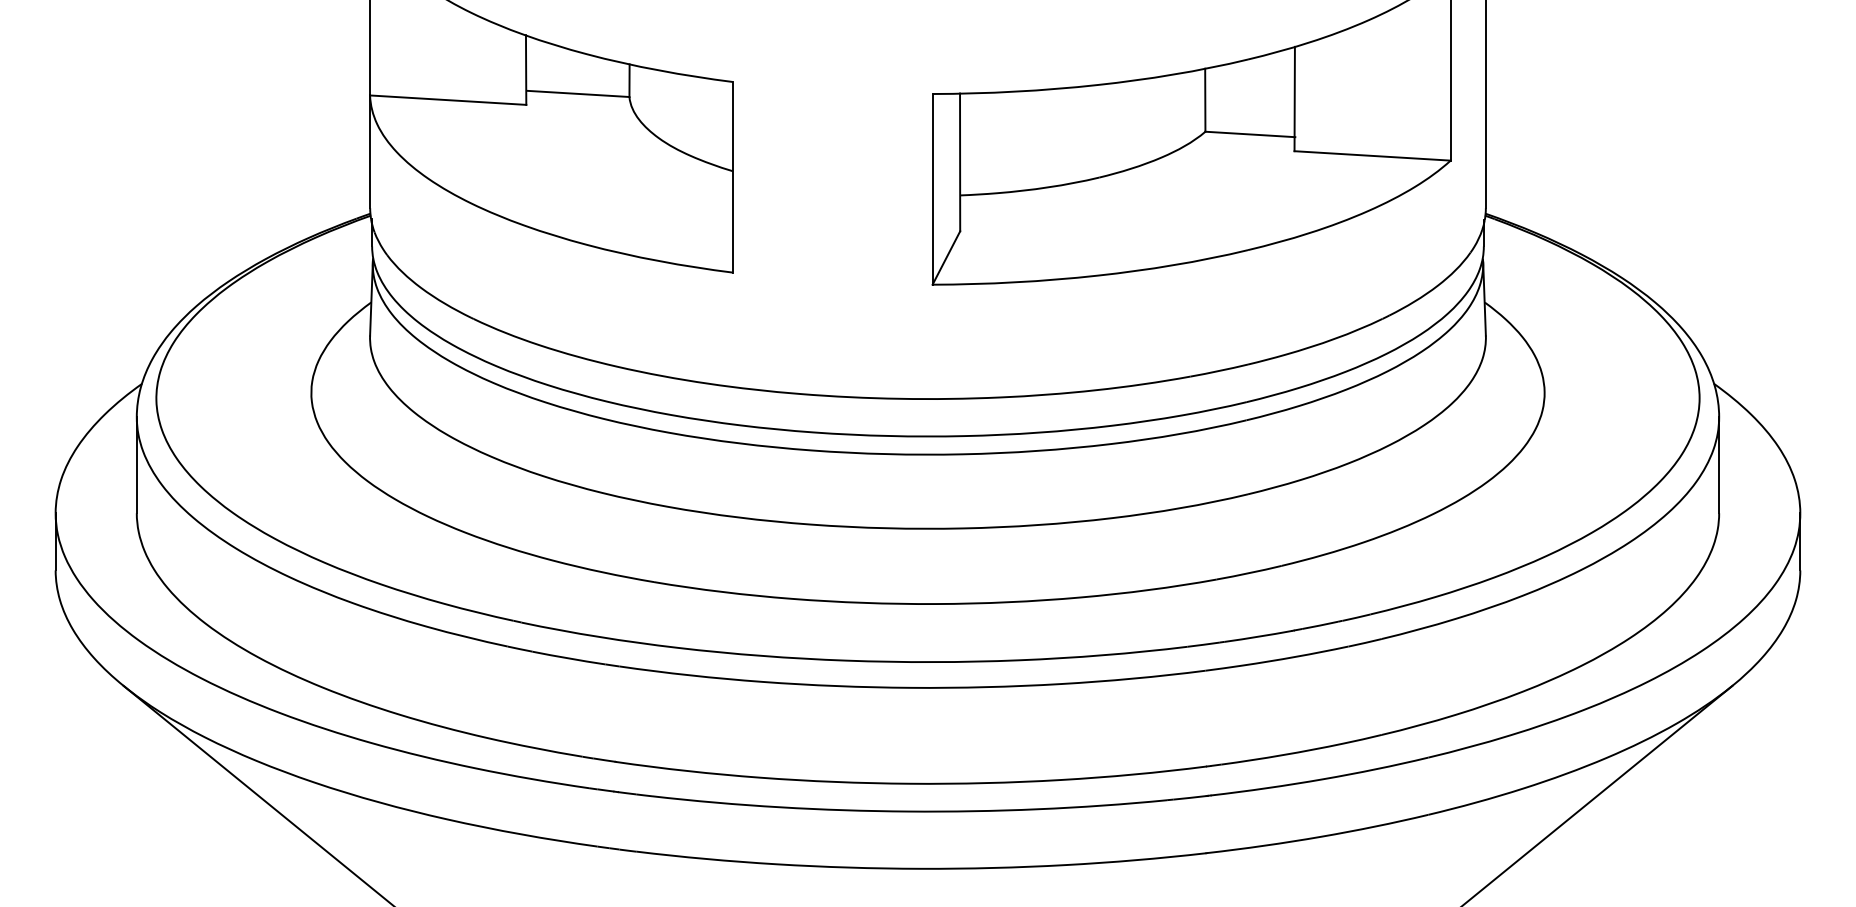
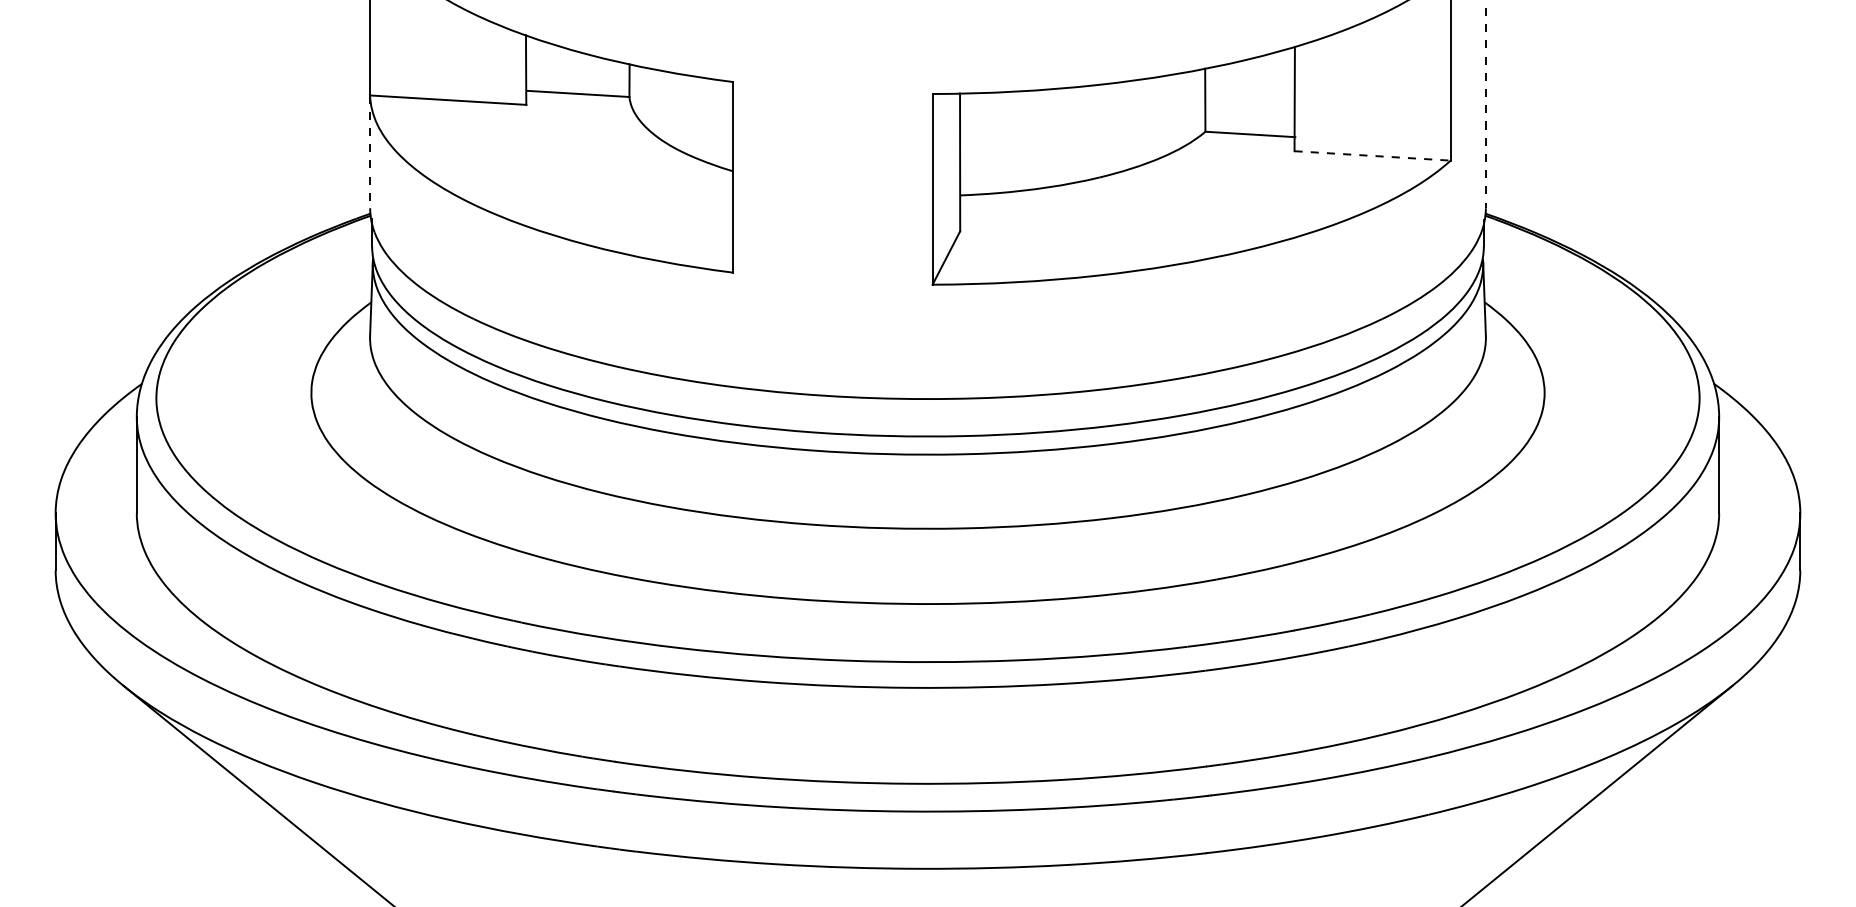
line at (1485, 104): solid -> dashed
line at (370, 152): solid -> dashed
line at (1373, 155): solid -> dashed
